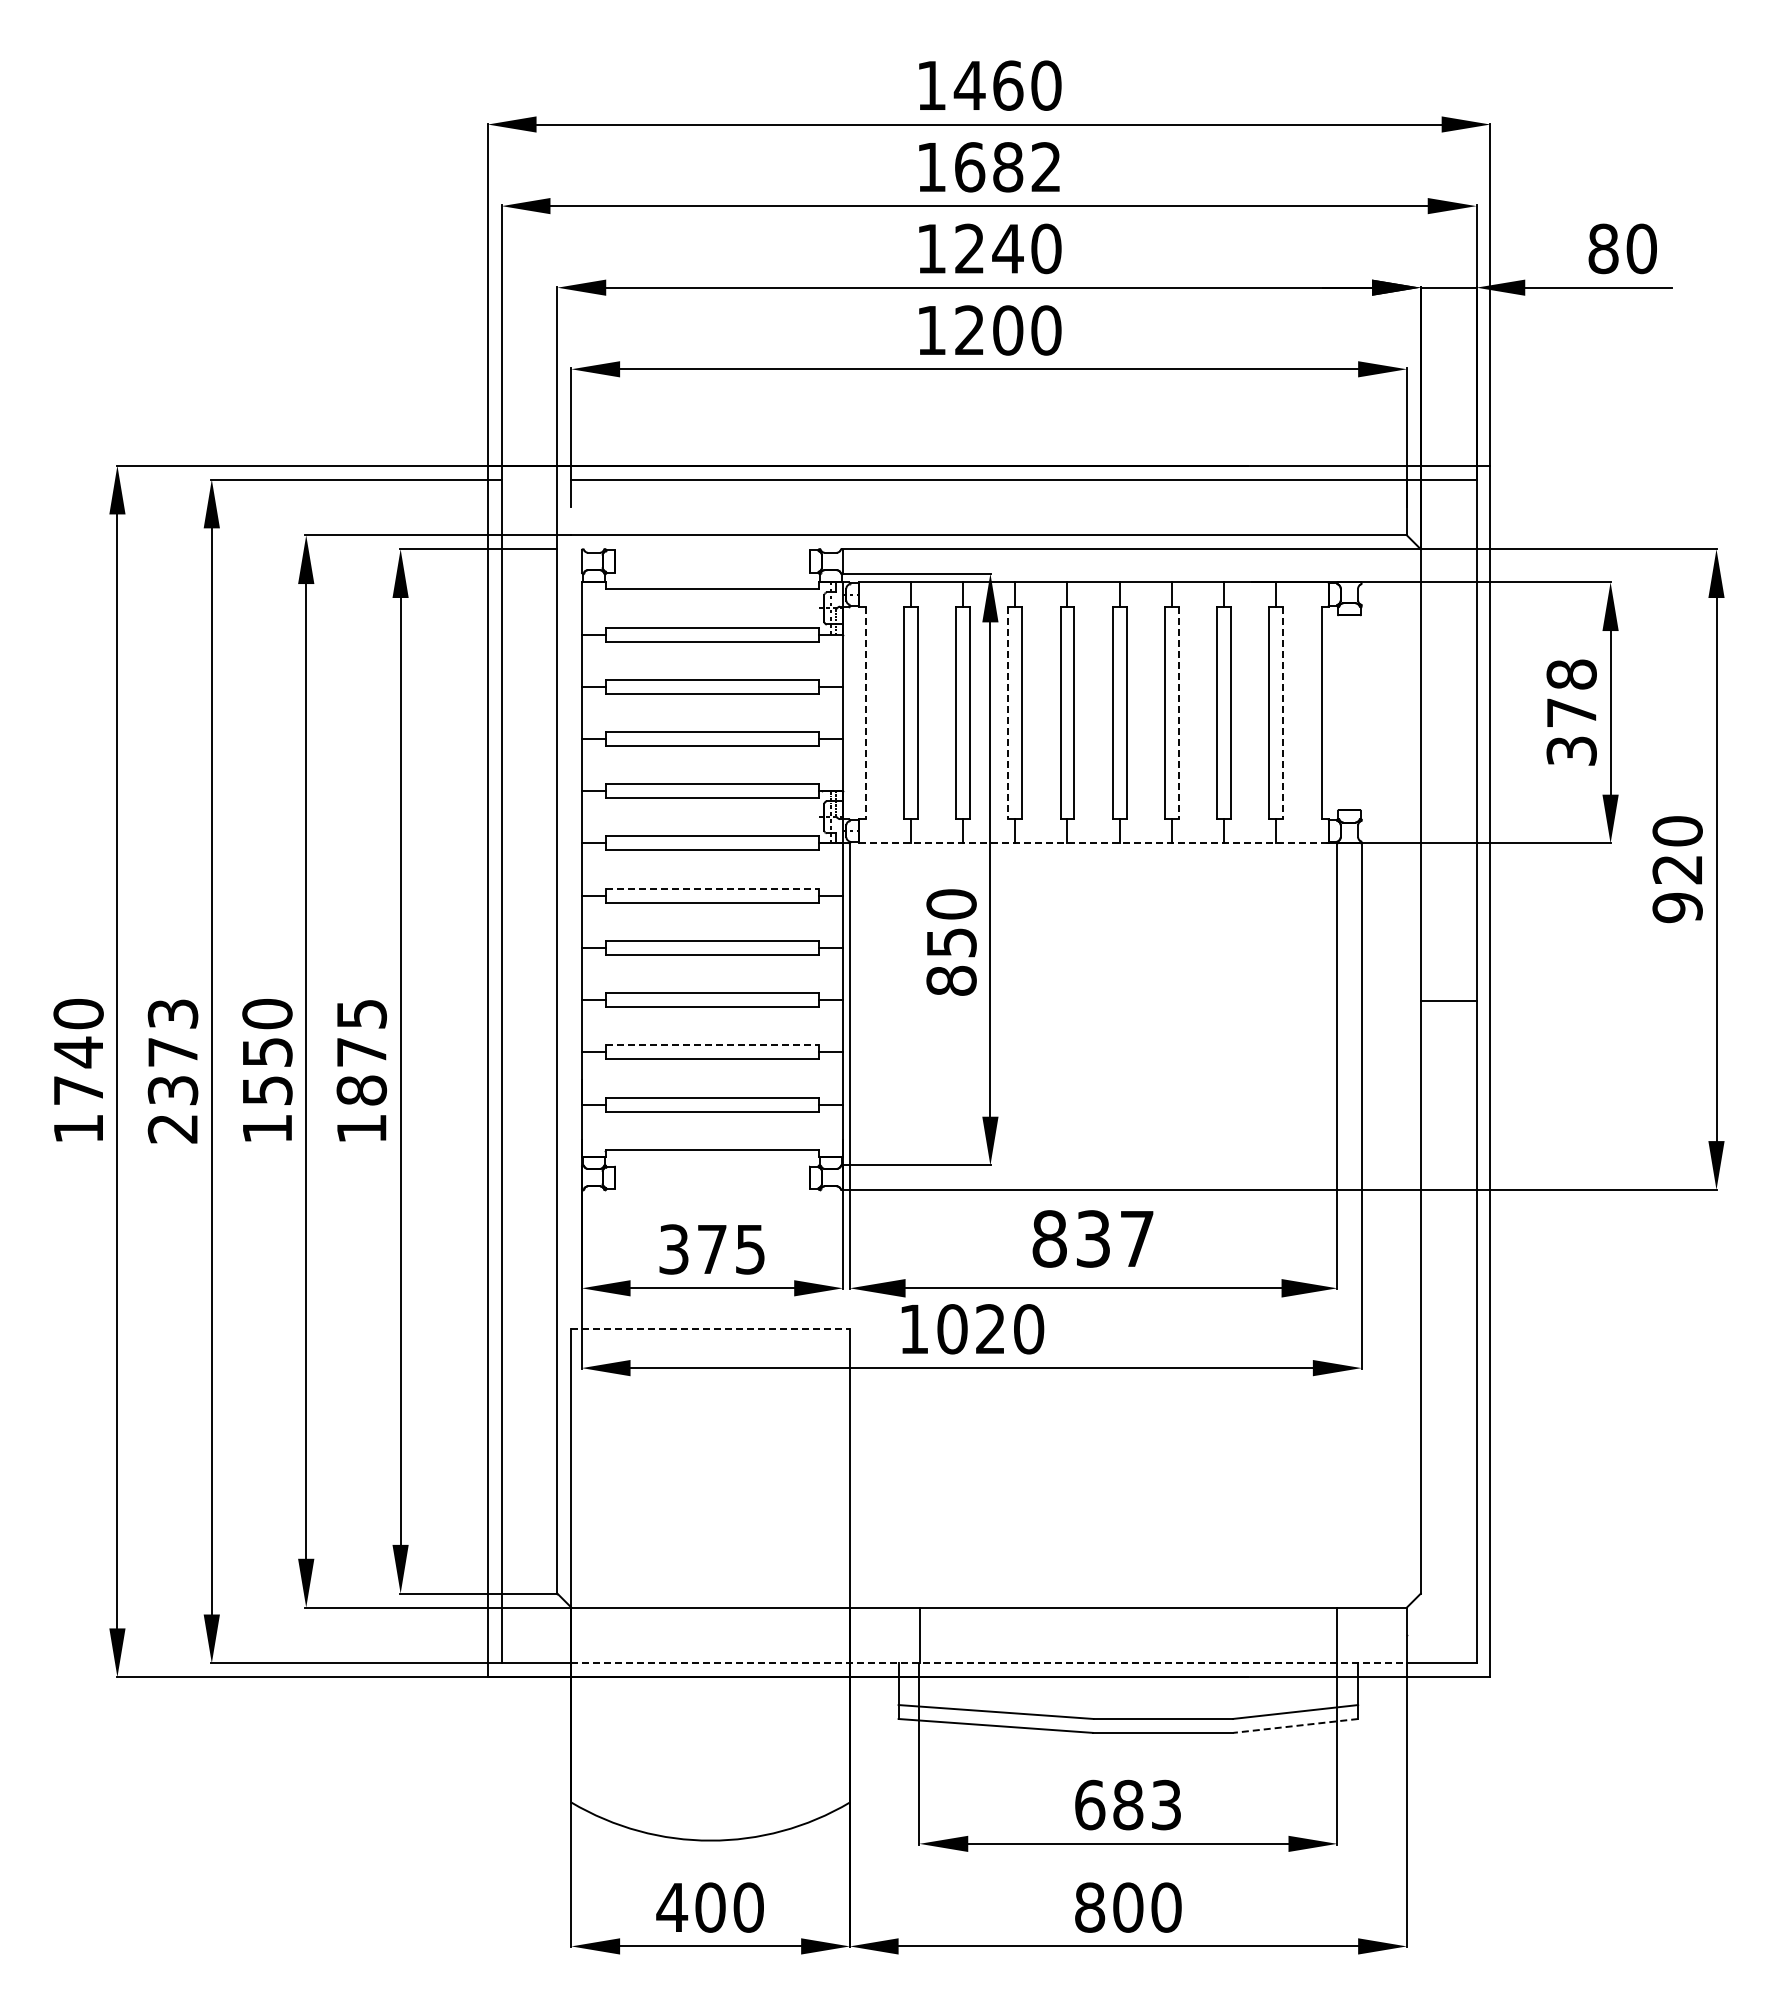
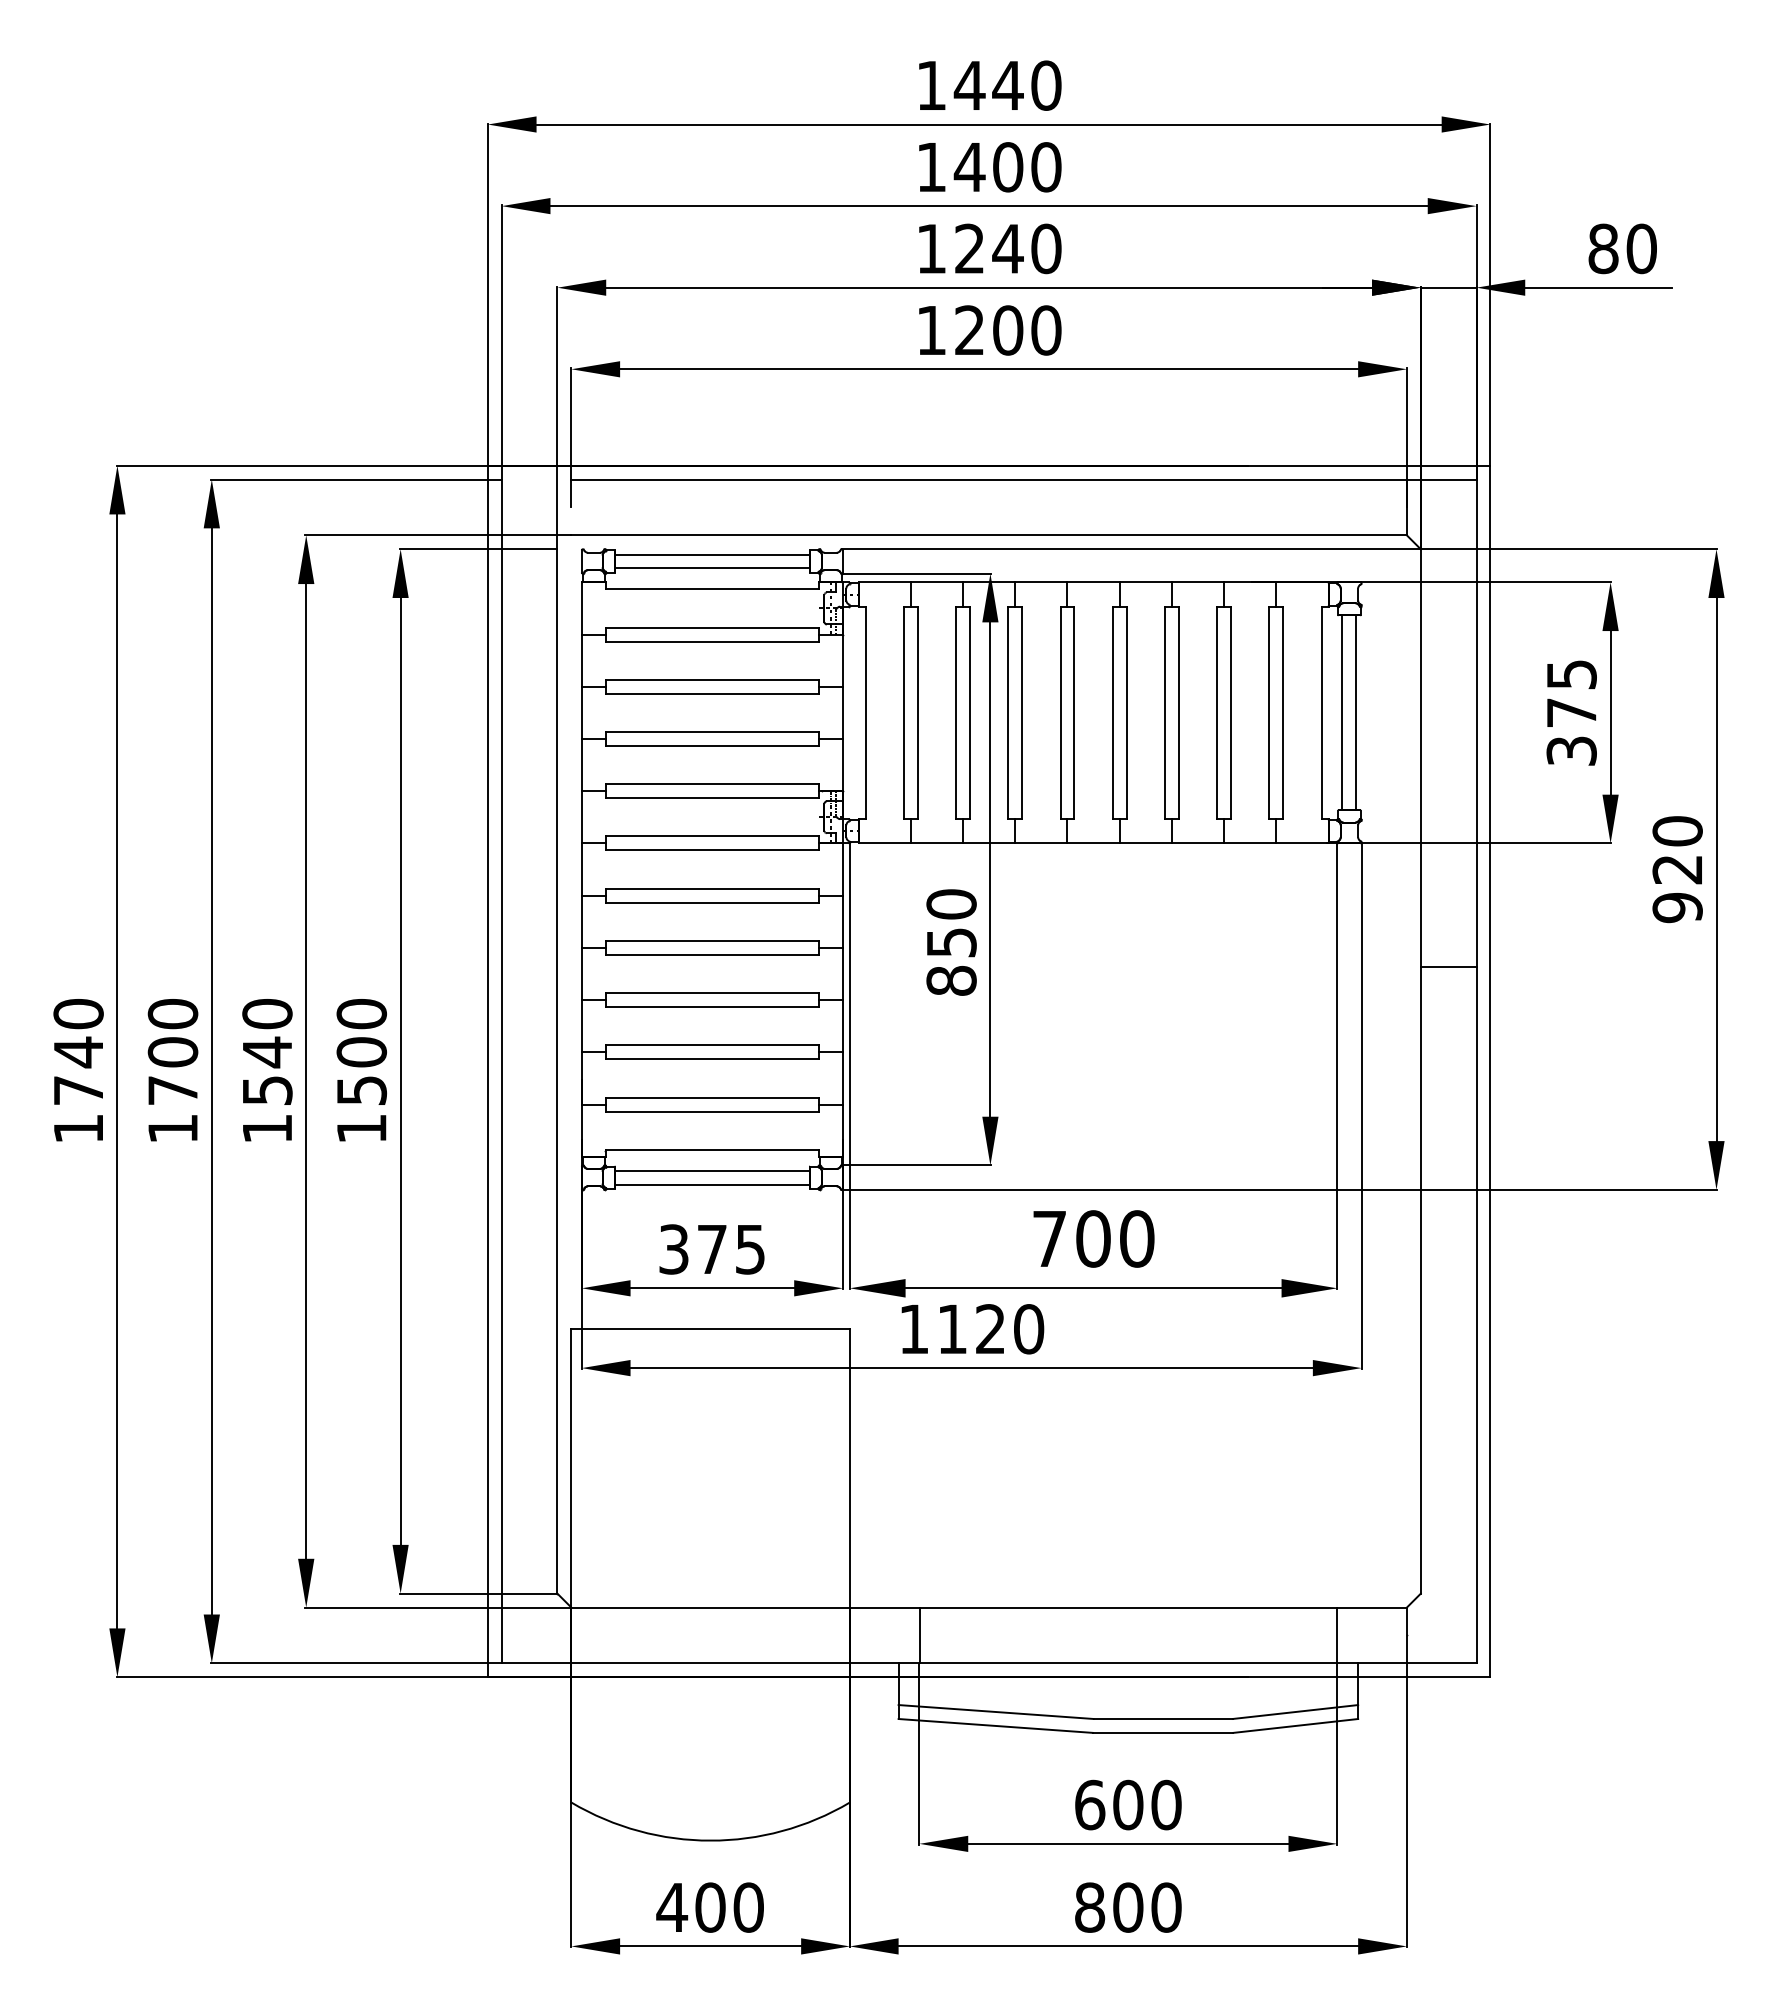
text at (1007, 85): 1460 -> 1440
text at (1007, 167): 1682 -> 1400
line at (711, 554): none -> present
line at (711, 568): none -> present
text at (1571, 674): 378 -> 375
line at (1342, 712): none -> present
line at (1356, 712): none -> present
line at (865, 713): dashed -> solid
line at (1008, 713): dashed -> solid
line at (1178, 713): dashed -> solid
line at (1283, 713): dashed -> solid
line at (1093, 843): dashed -> solid
line at (712, 888): dashed -> solid
line at (1448, 1001) position: (1448, 1001) -> (1448, 967)
line at (712, 1045): dashed -> solid
text at (267, 1052): 1550 -> 1540
text at (361, 1052): 1875 -> 1500
text at (172, 1071): 2373 -> 1700
line at (711, 1170): none -> present
line at (711, 1184): none -> present
text at (1093, 1238): 837 -> 700
line at (711, 1329): dashed -> solid
text at (952, 1329): 1020 -> 1120
line at (989, 1663): dashed -> solid
line at (1295, 1725): dashed -> solid
text at (1147, 1804): 683 -> 600
